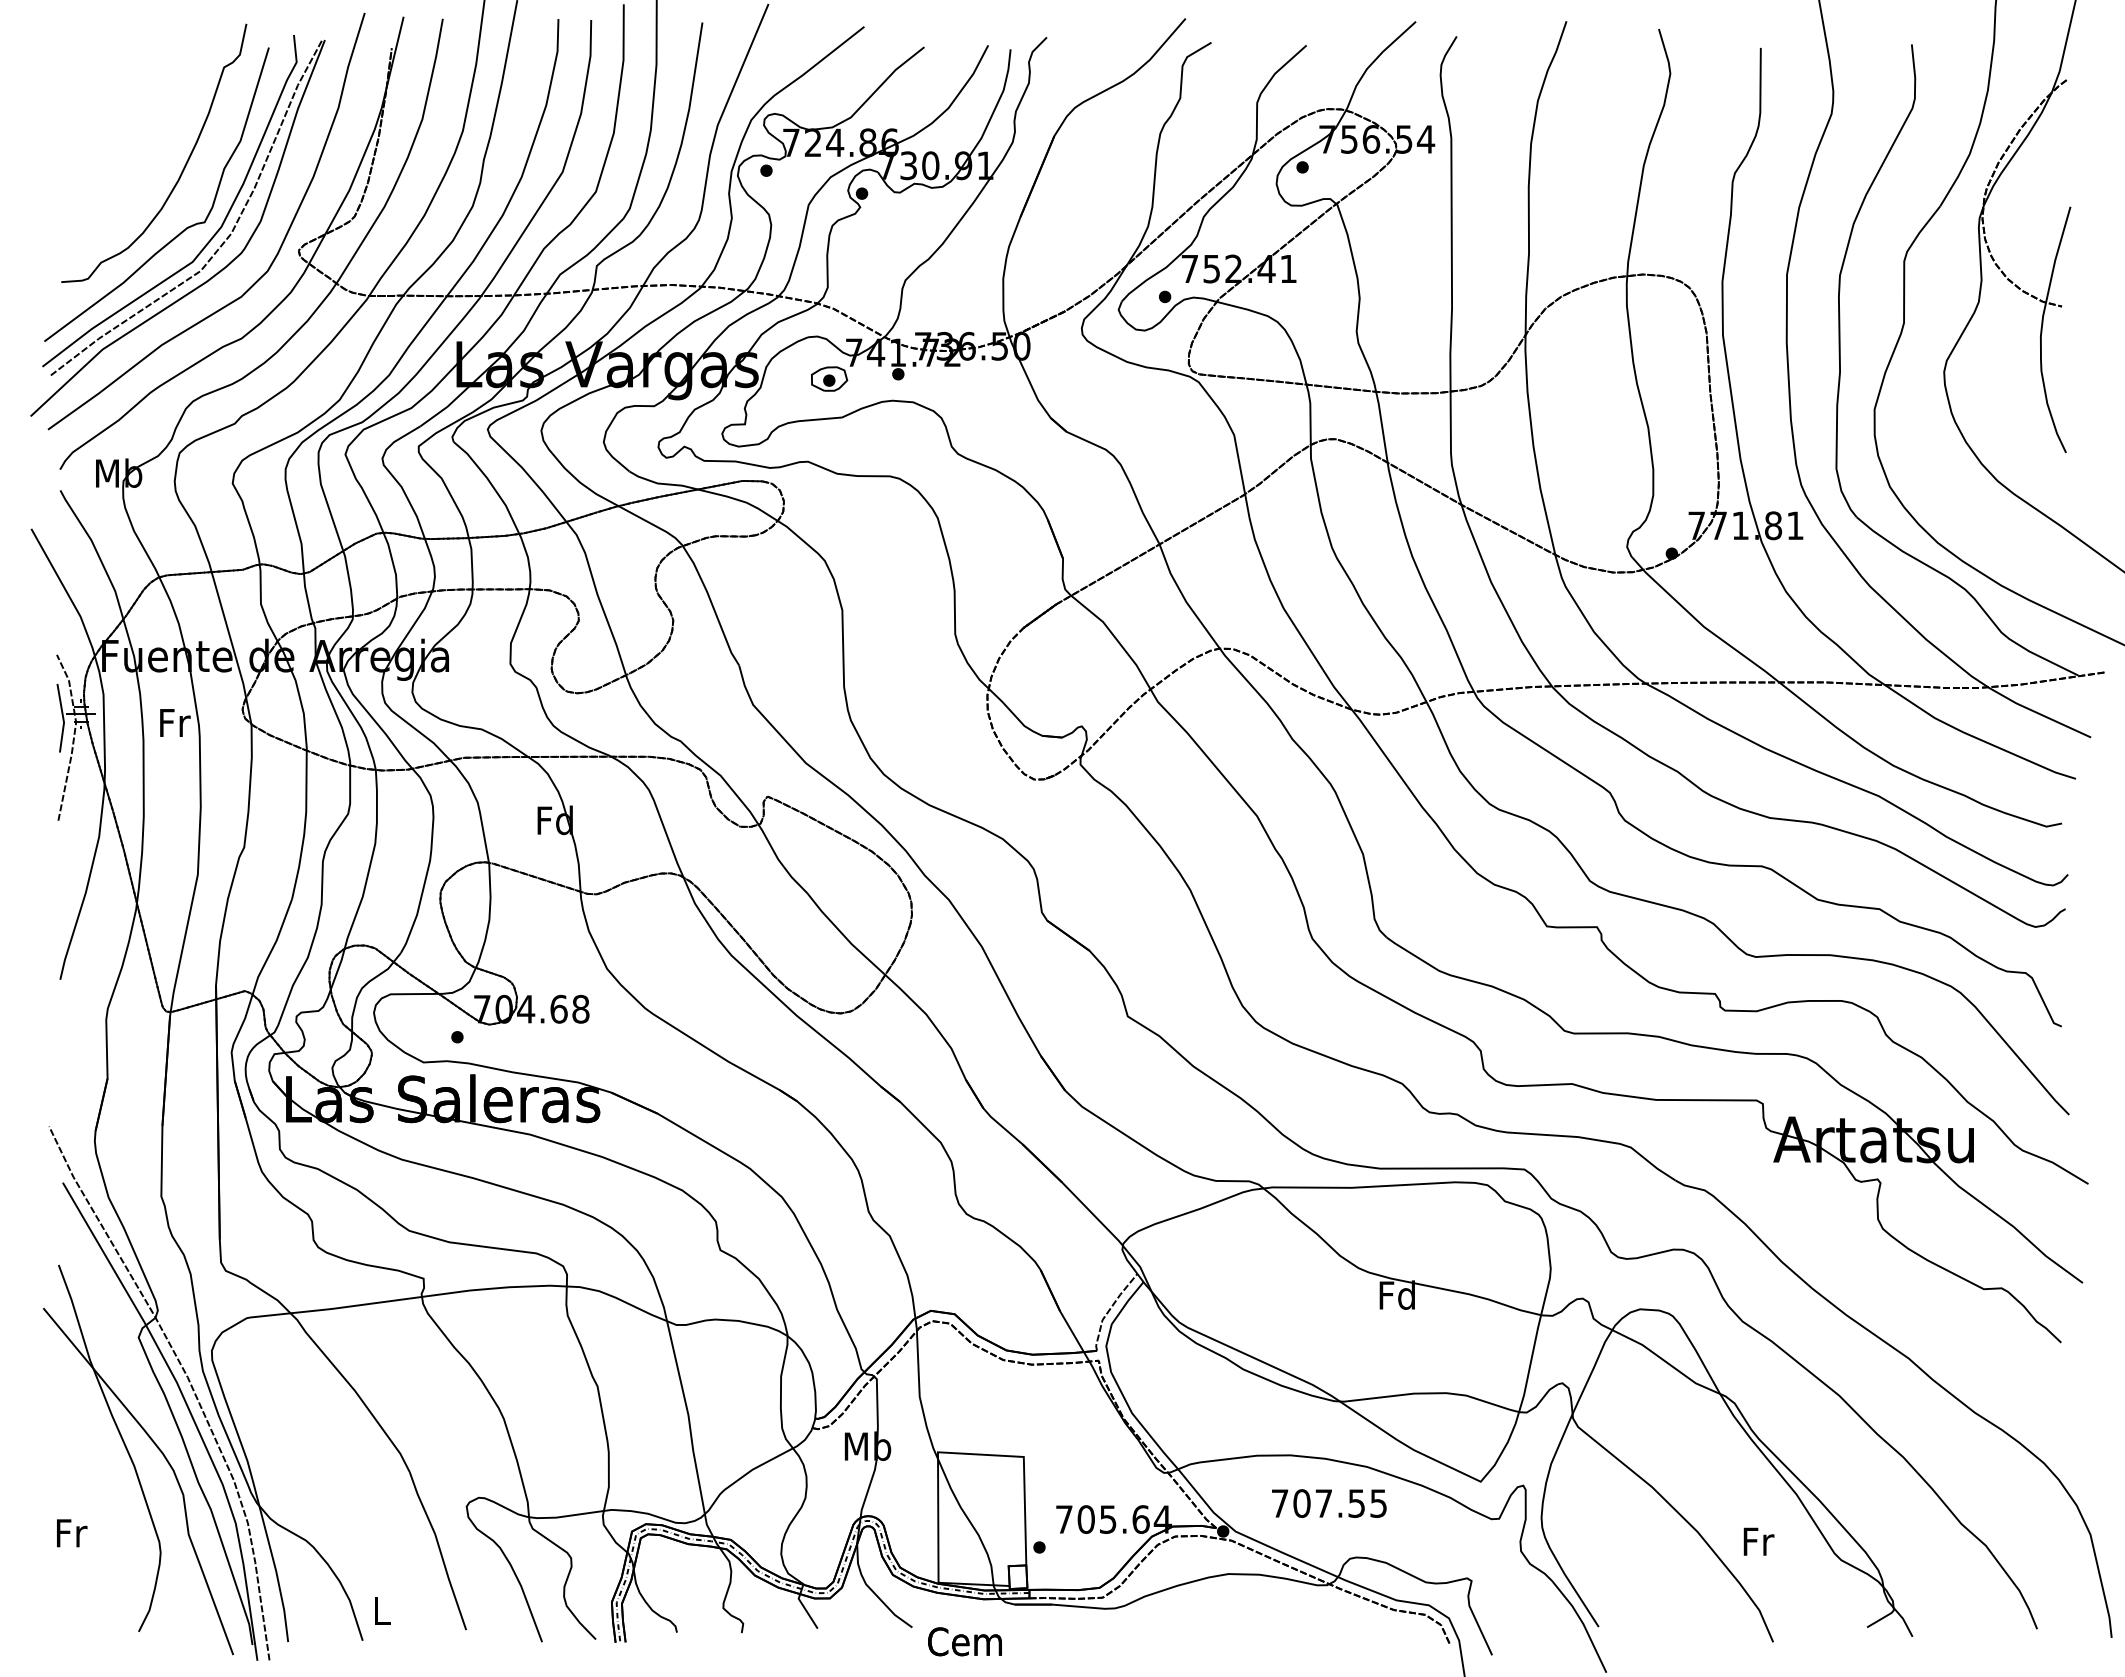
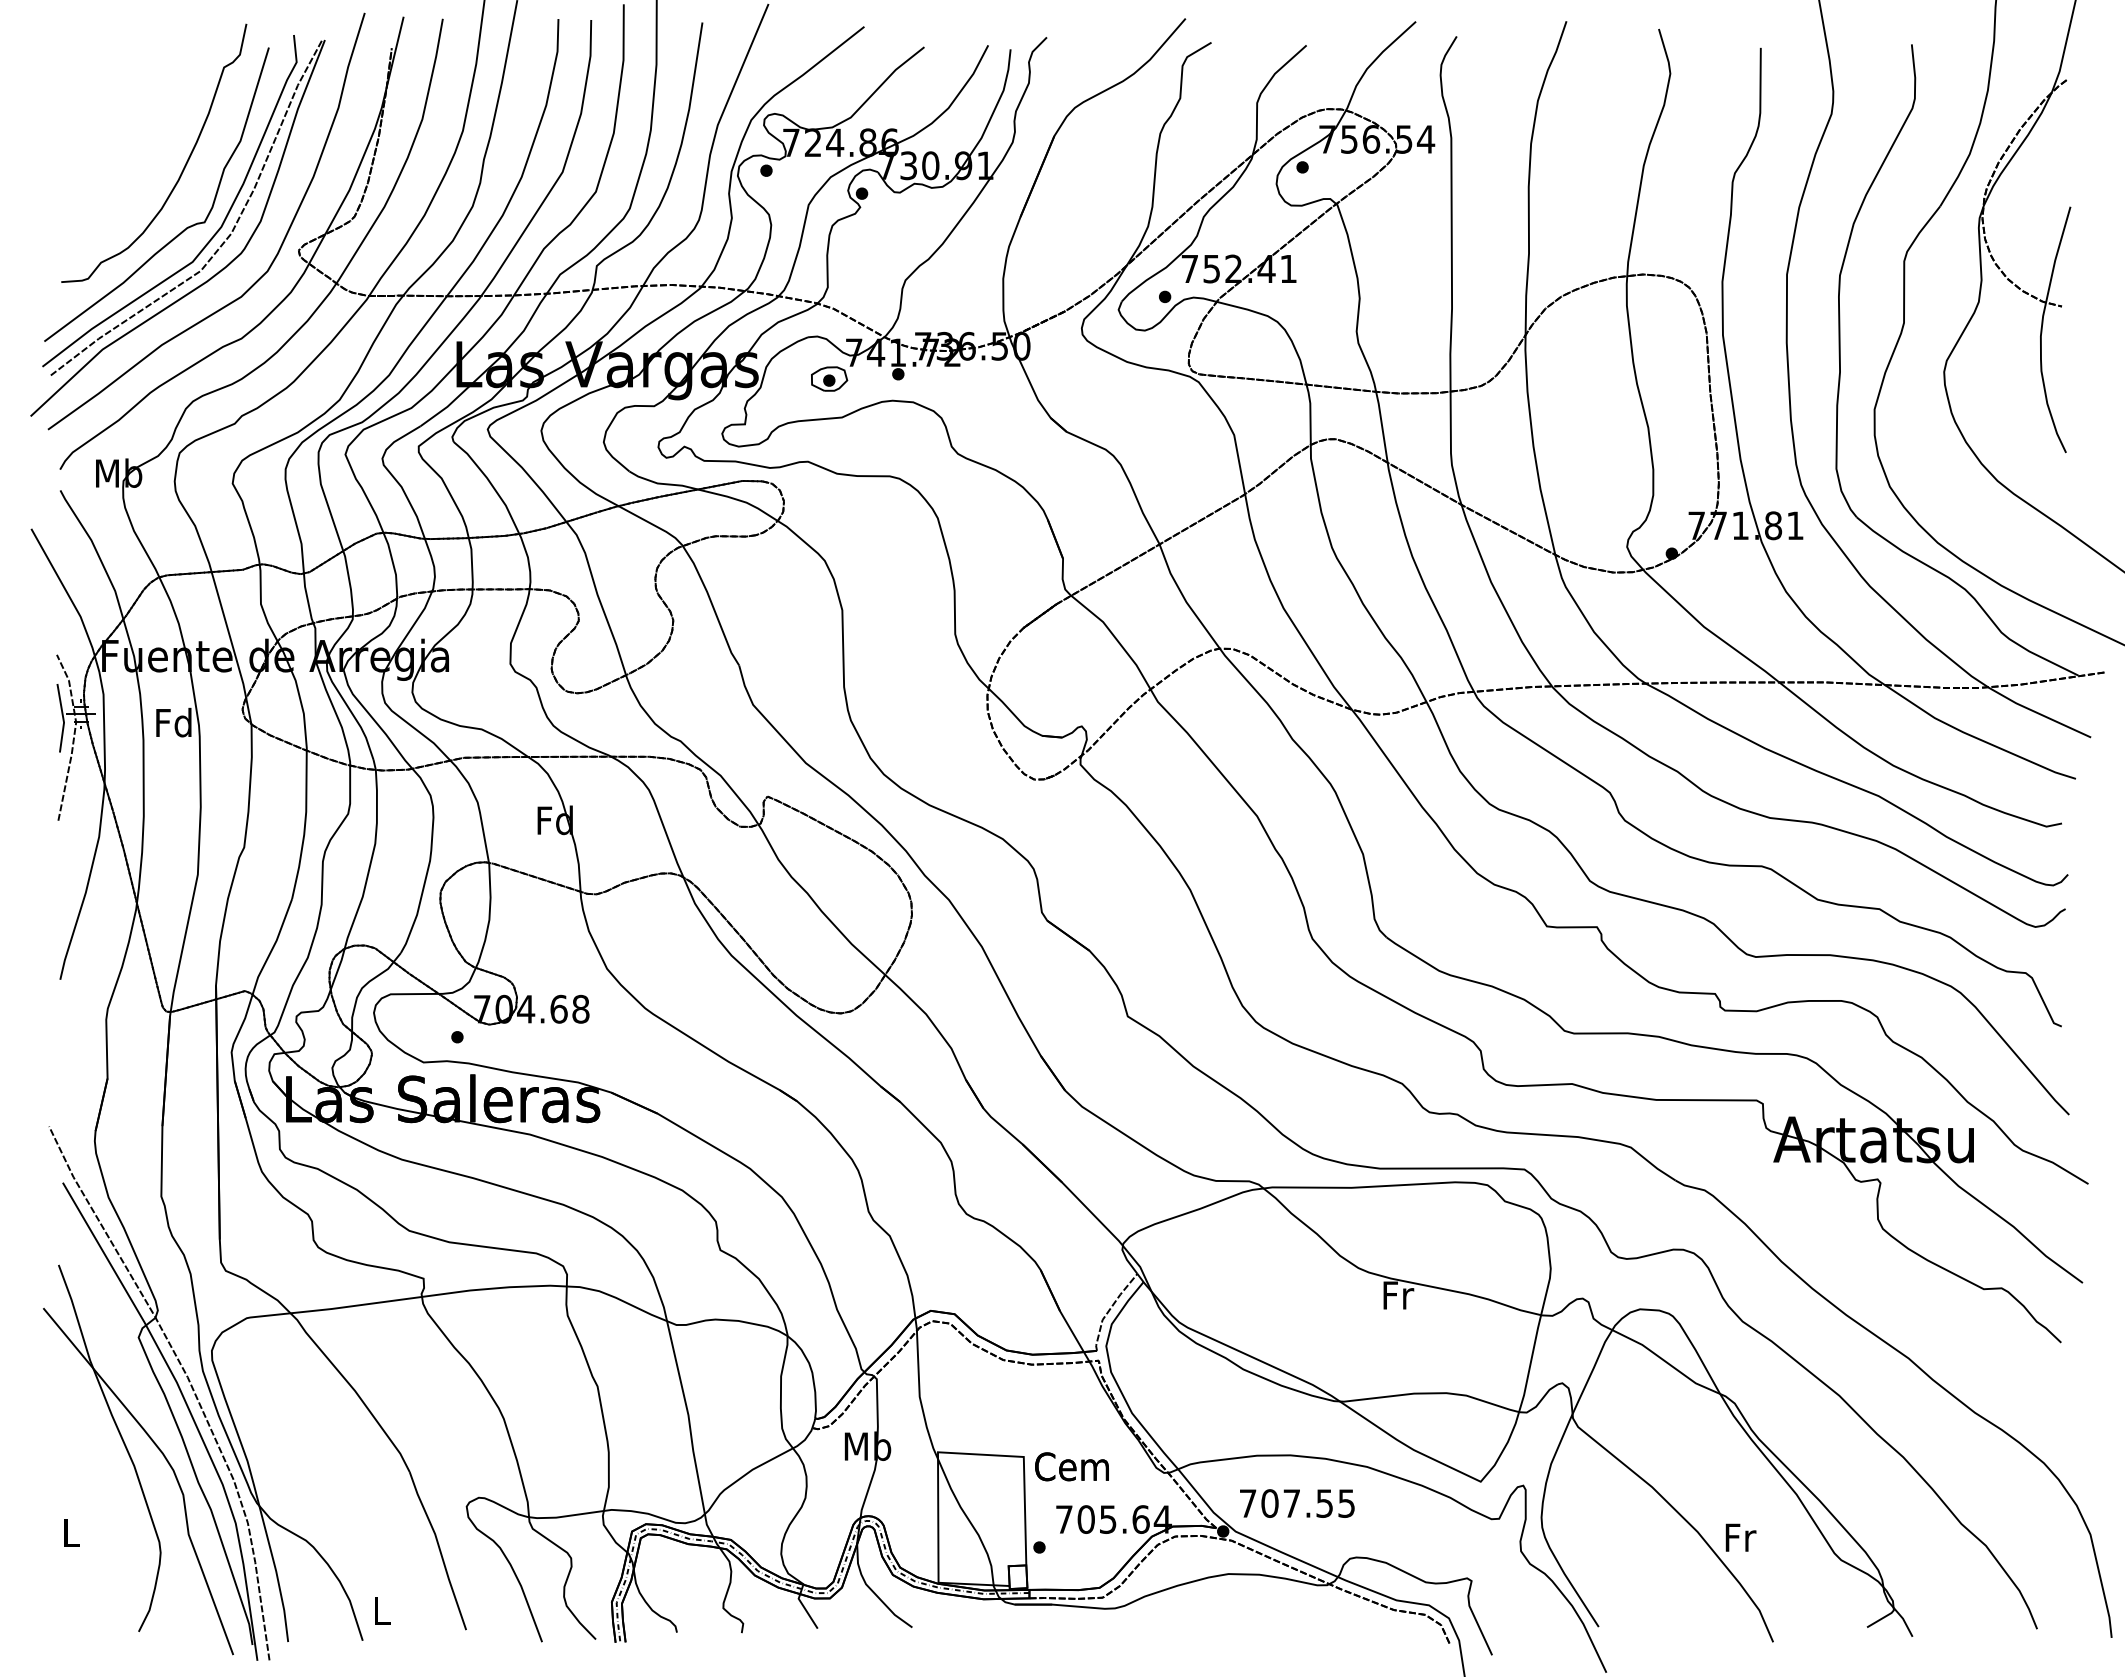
text at (173, 722): Fr -> Fd
text at (1396, 1294): Fd -> Fr
text at (1329, 1503) position: (1329, 1503) -> (1297, 1503)
text at (72, 1533): Fr -> L
text at (1758, 1541) position: (1758, 1541) -> (1740, 1537)
text at (964, 1641) position: (964, 1641) -> (1071, 1466)
